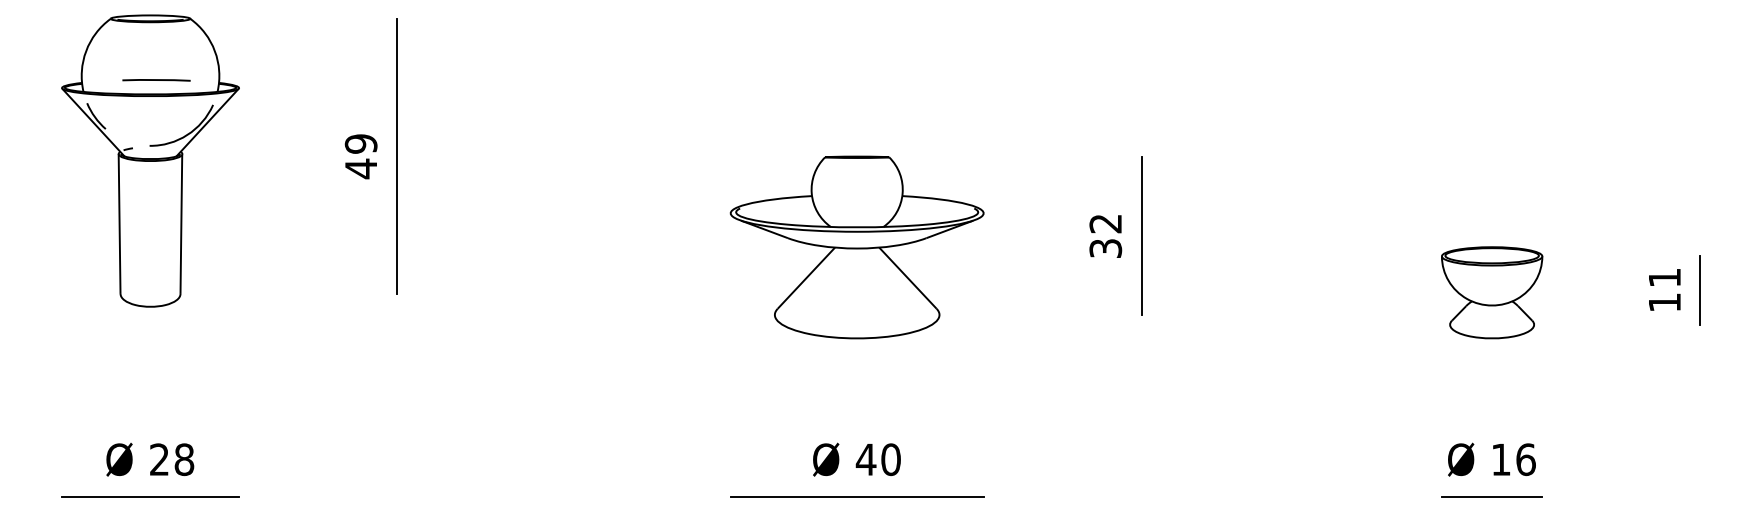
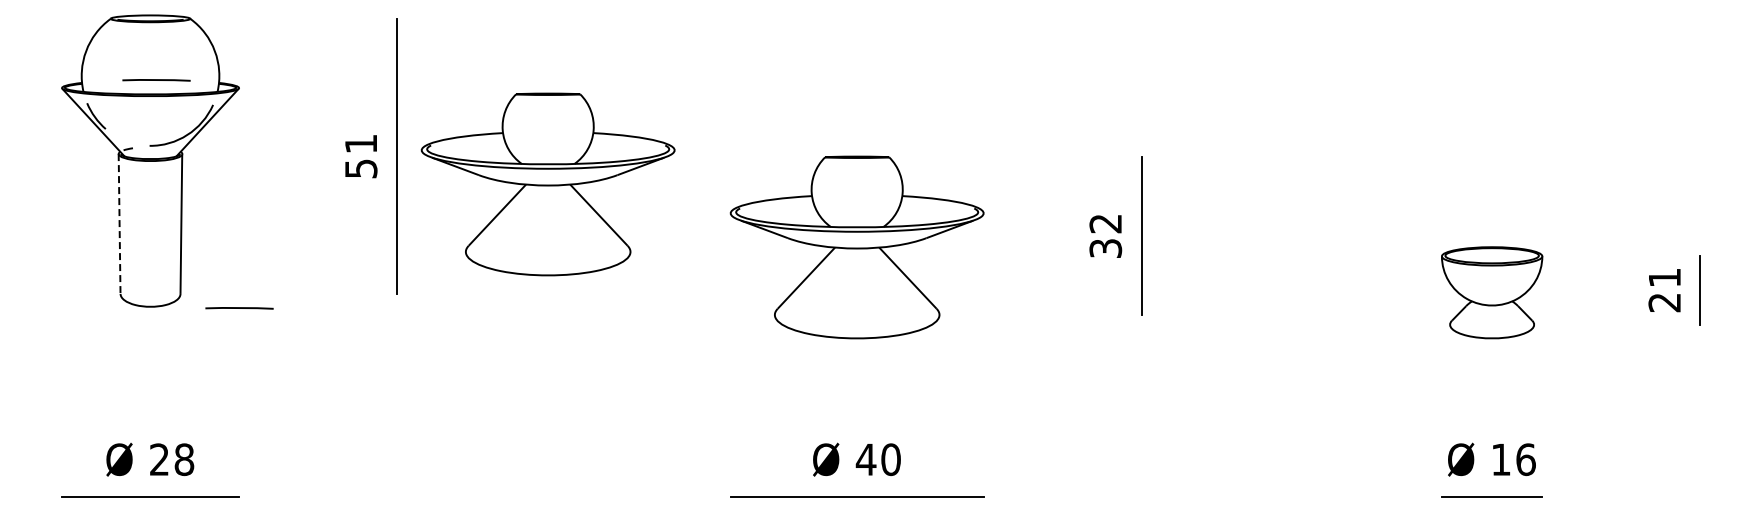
text at (360, 156): 49 -> 51
part at (547, 184): none -> present
line at (119, 224): solid -> dashed
text at (1664, 302): 11 -> 21
line at (239, 308): none -> present
